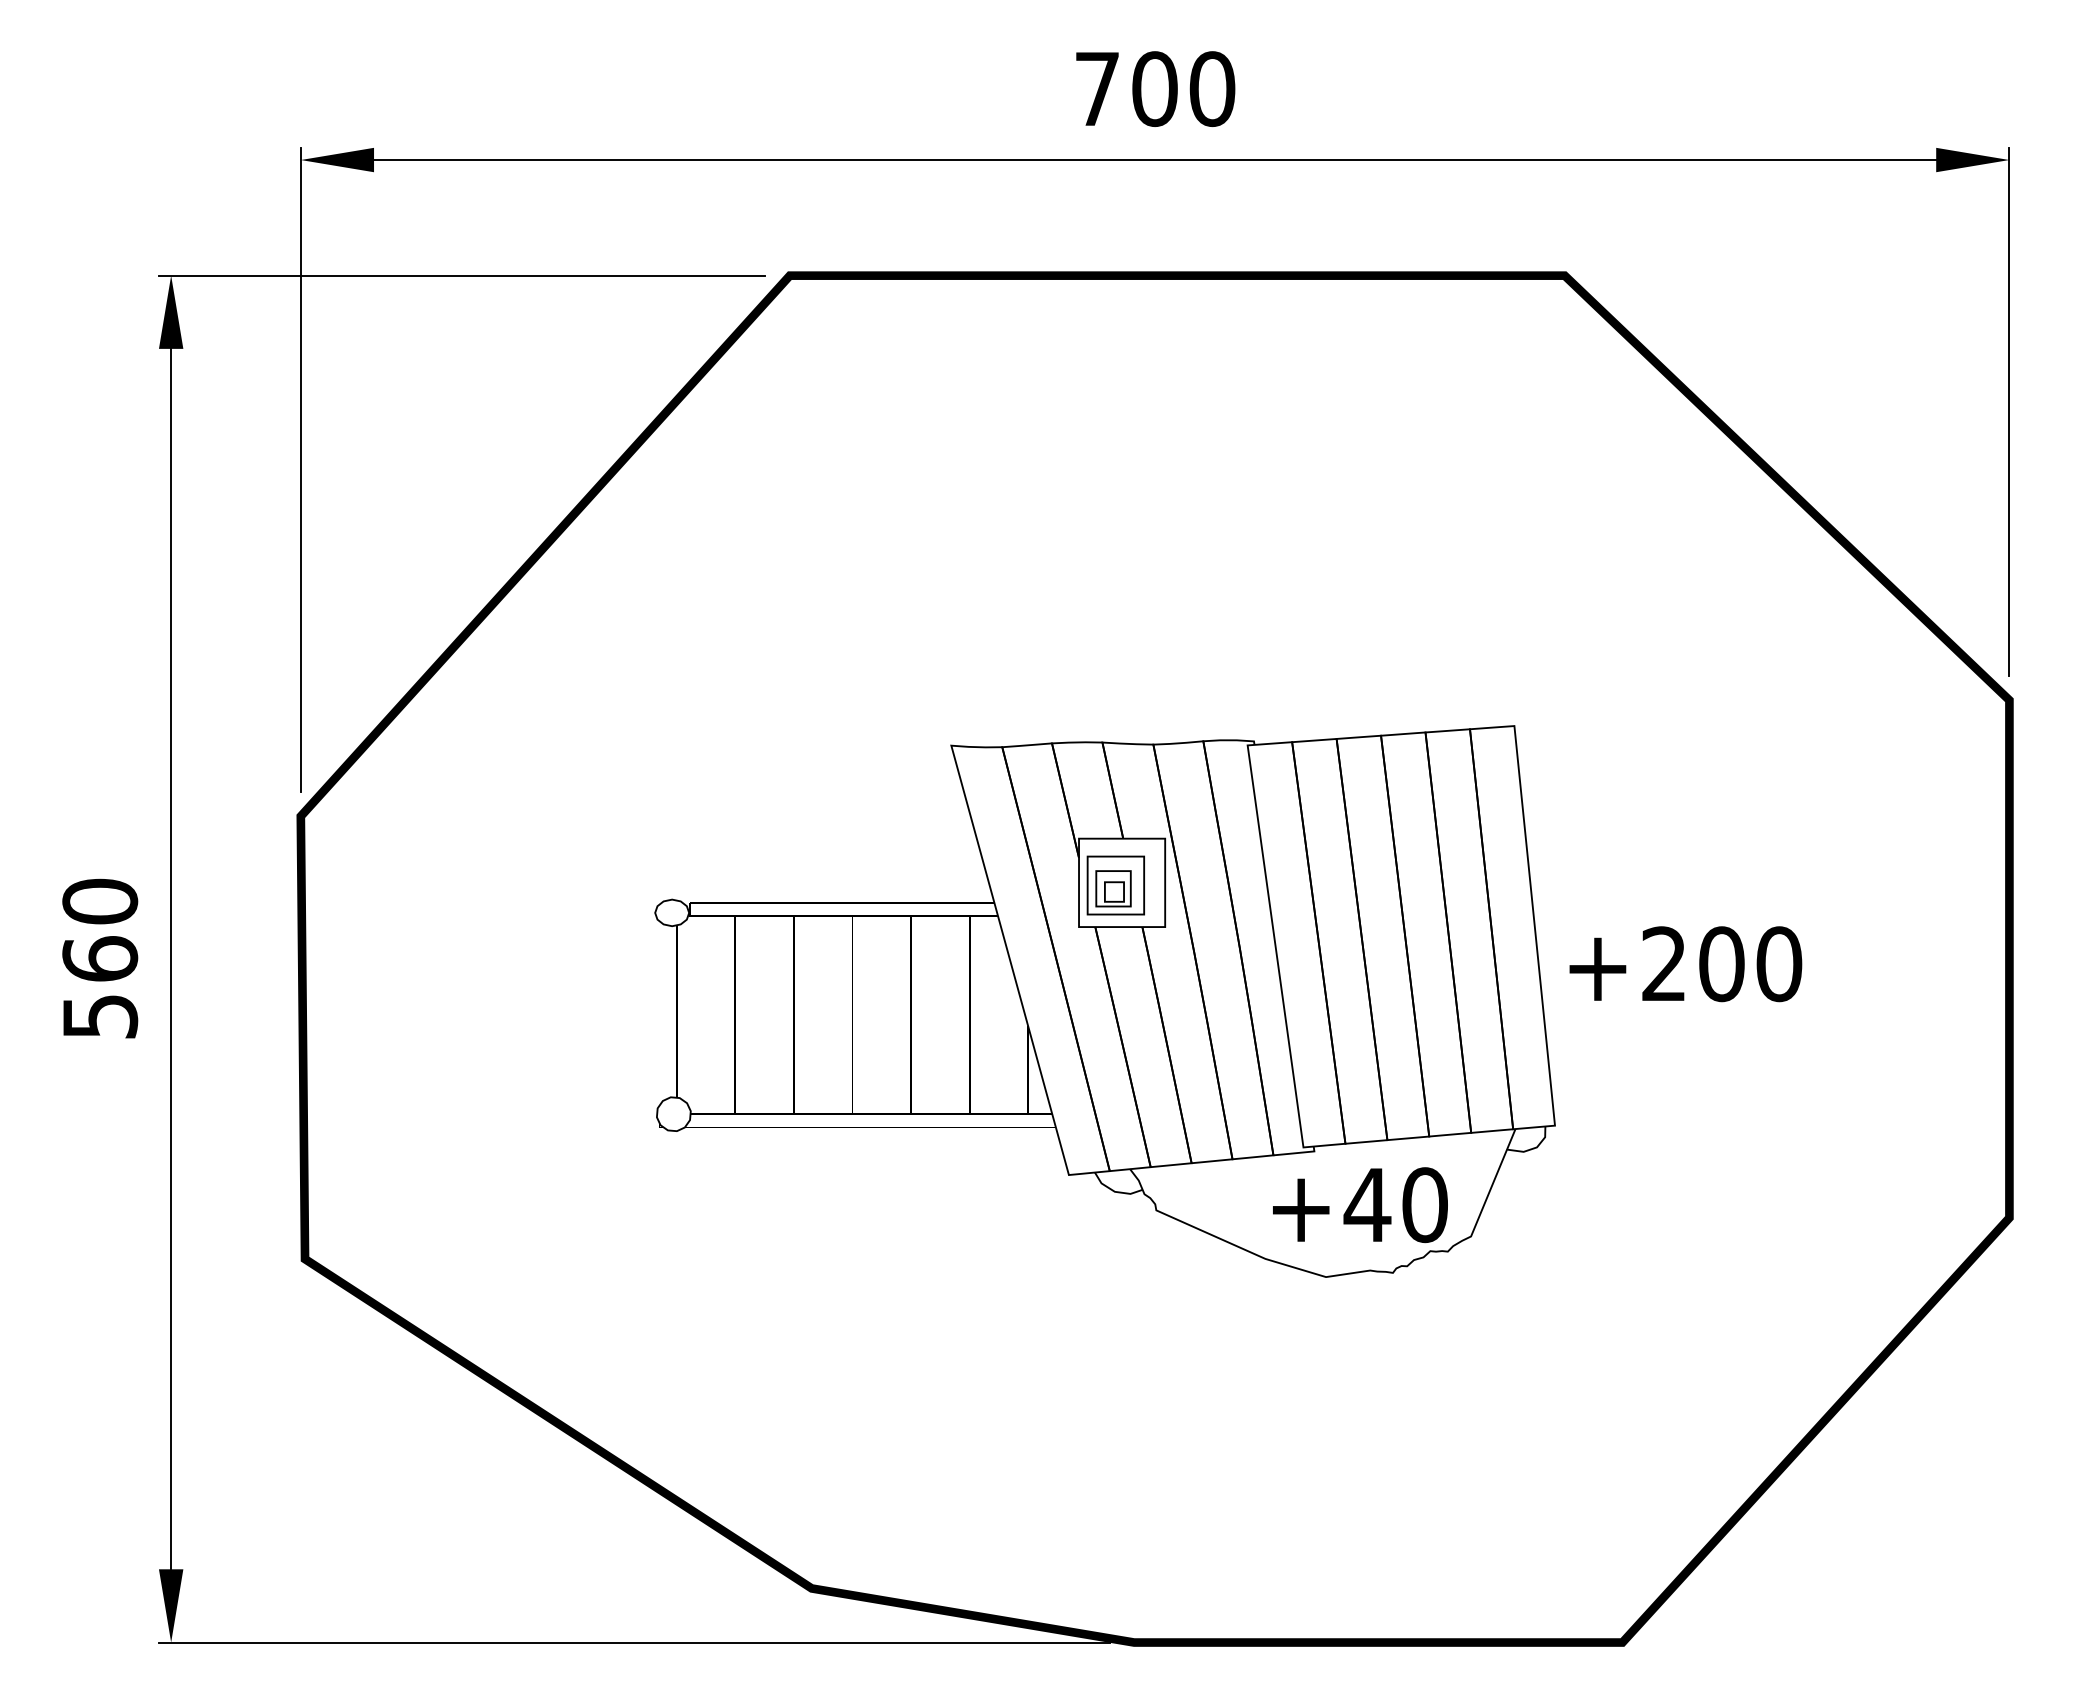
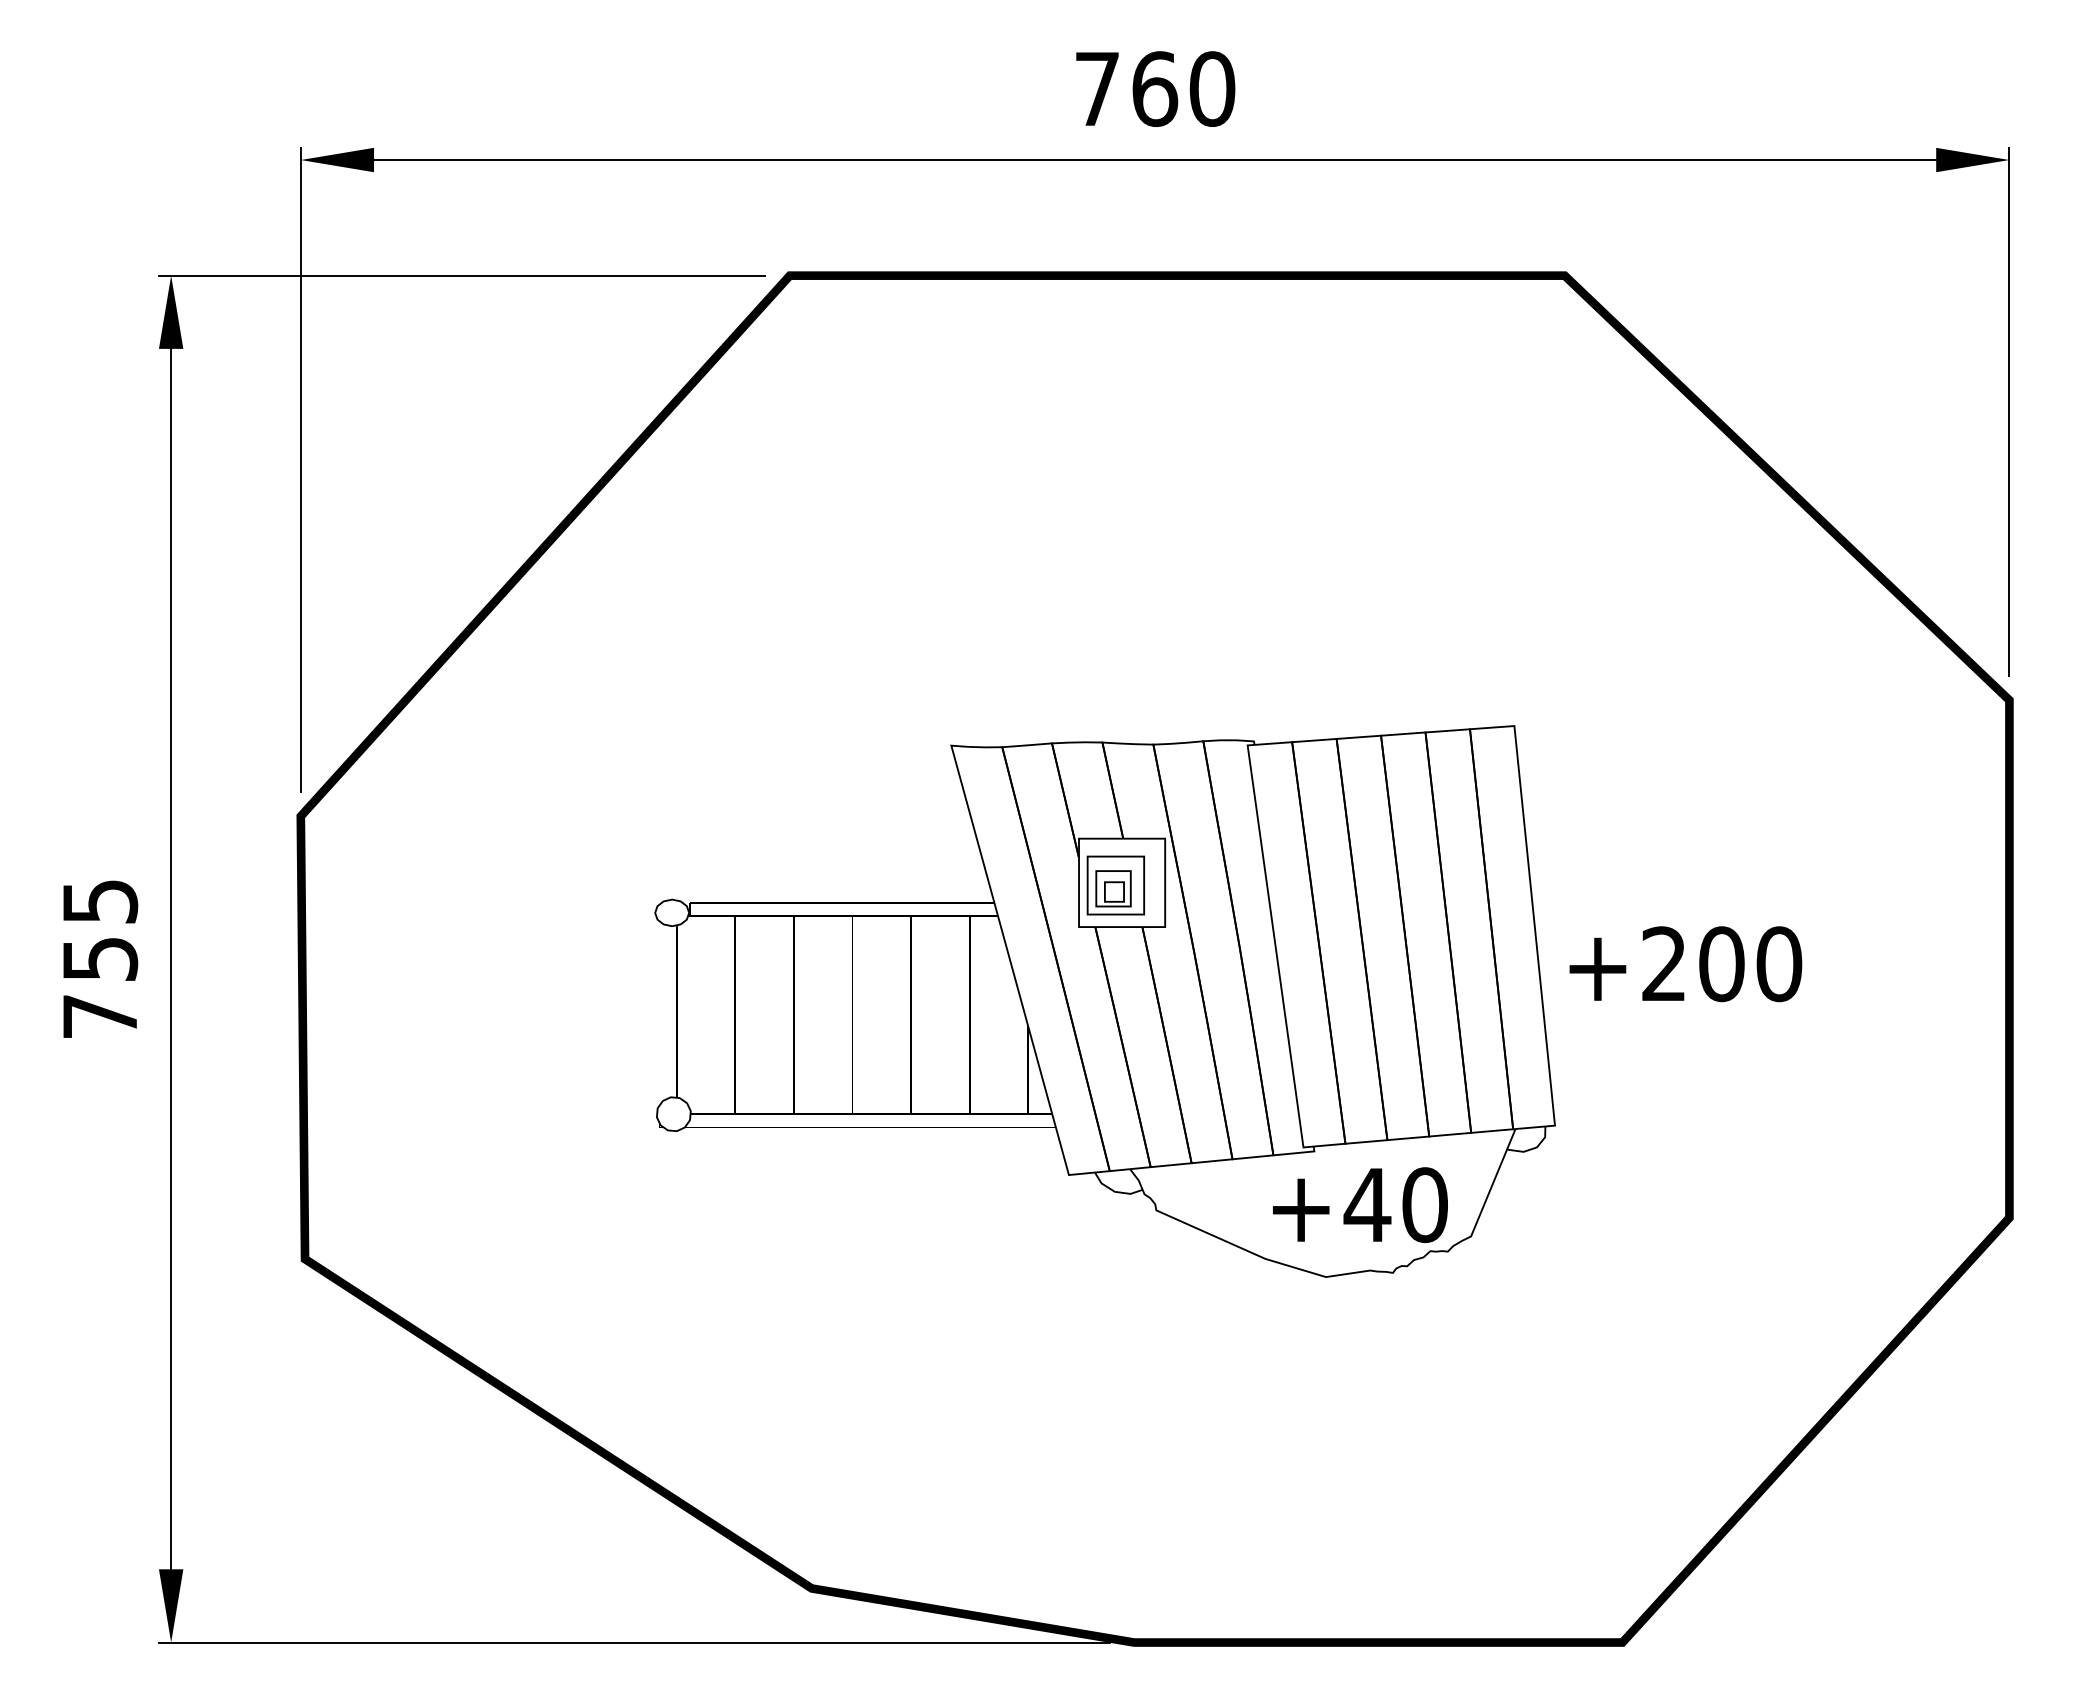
text at (1155, 88): 700 -> 760
text at (100, 958): 560 -> 755
